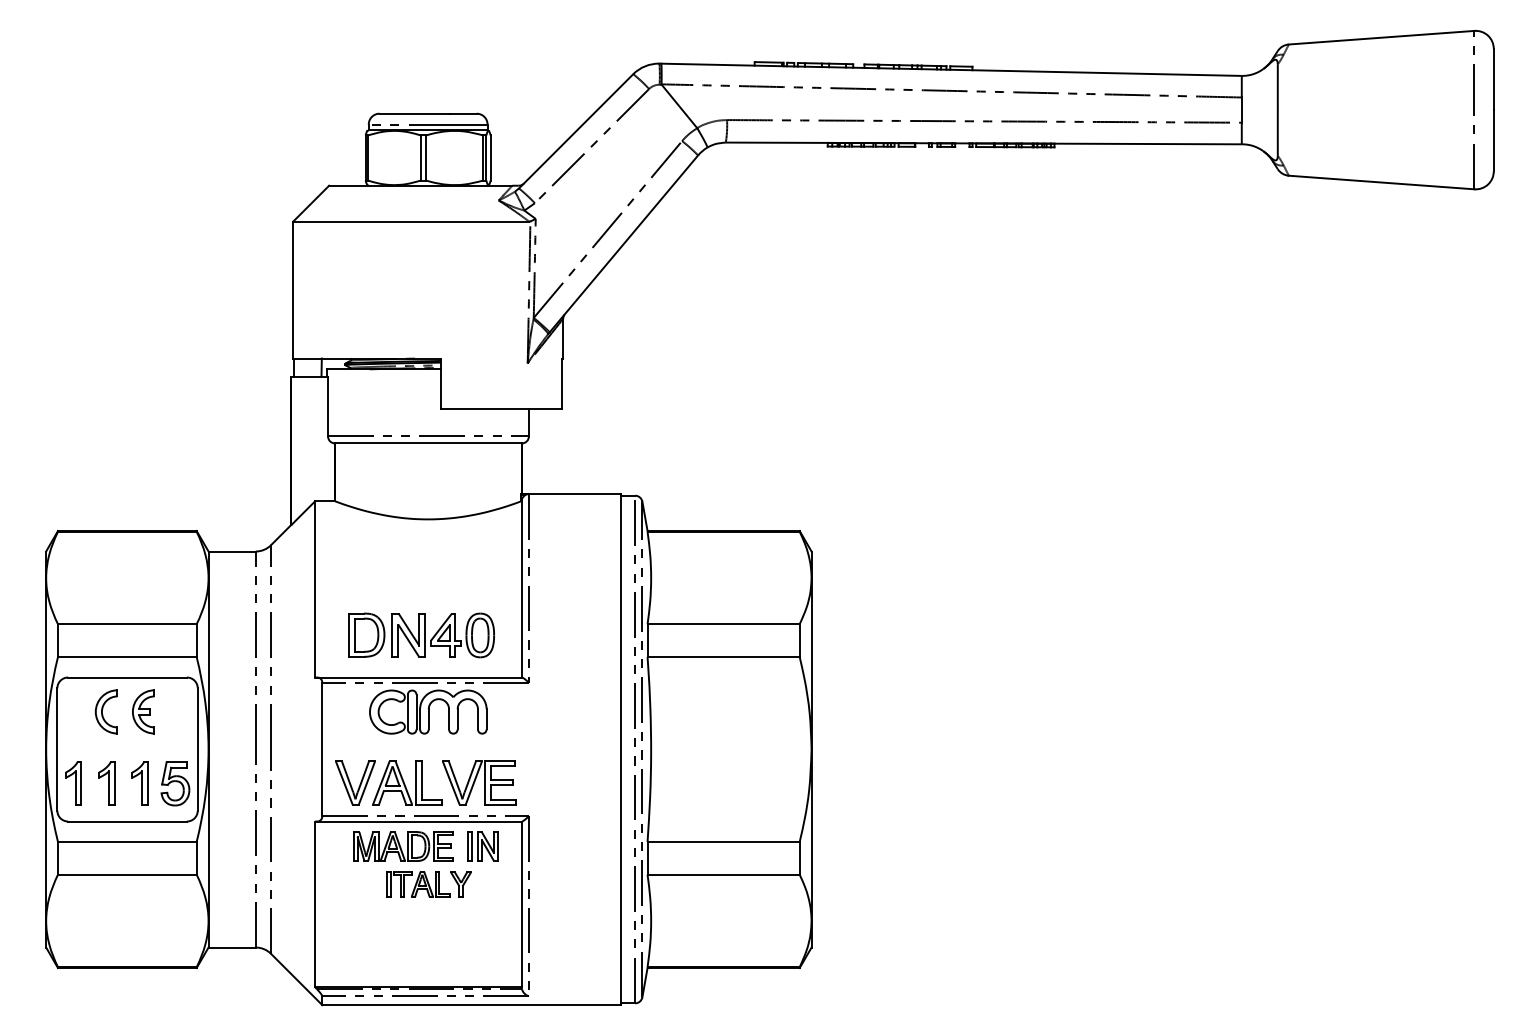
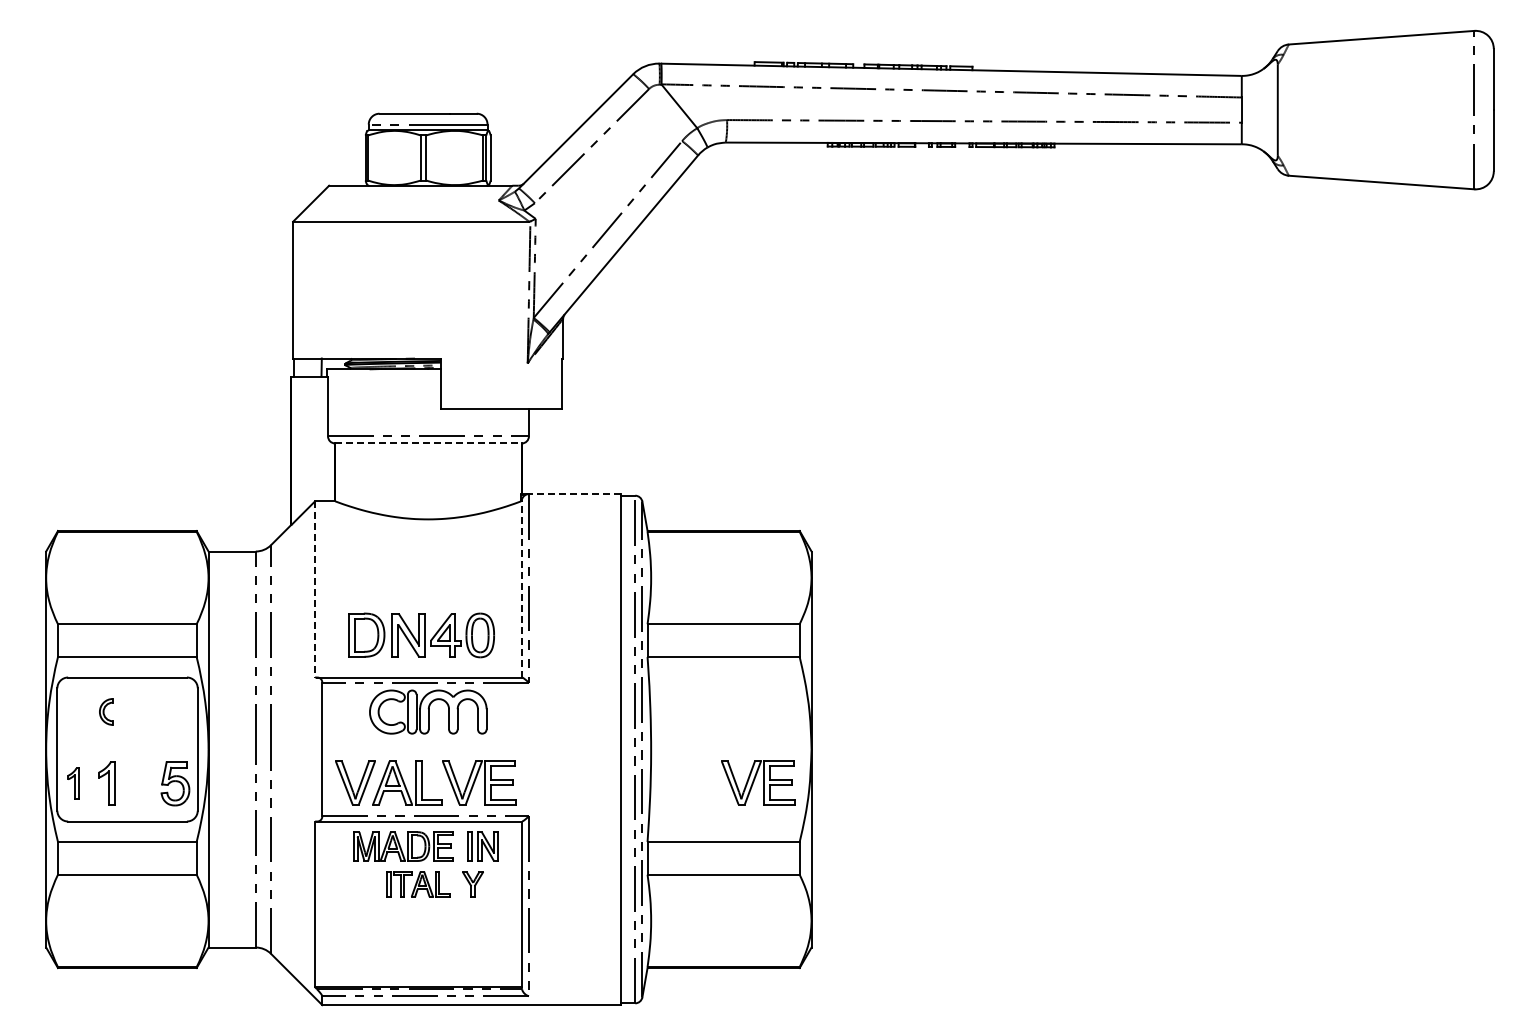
line at (429, 443): solid -> dashed
line at (571, 493): solid -> dashed
line at (521, 588): solid -> dashed
line at (315, 589): solid -> dashed
part at (105, 711) size: 24x46 px -> 15x28 px
part at (143, 711): present -> none
part at (758, 782): none -> present
part at (73, 783) size: 17x45 px -> 13x33 px
part at (139, 783): present -> none
part at (460, 884) position: (460, 884) -> (472, 884)
